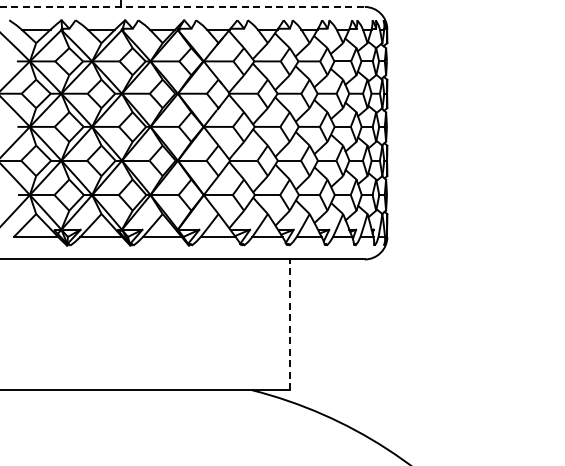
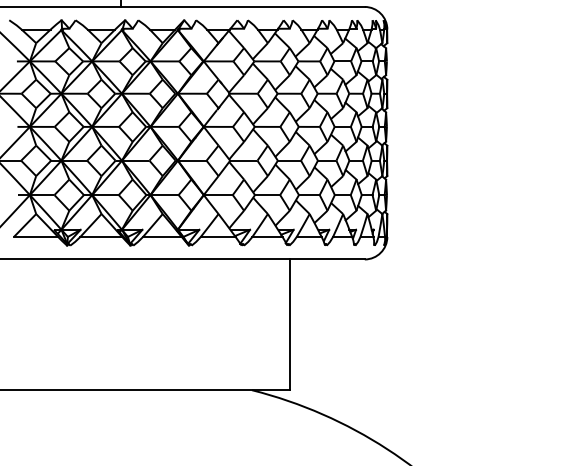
line at (182, 6): dashed -> solid
line at (290, 324): dashed -> solid
